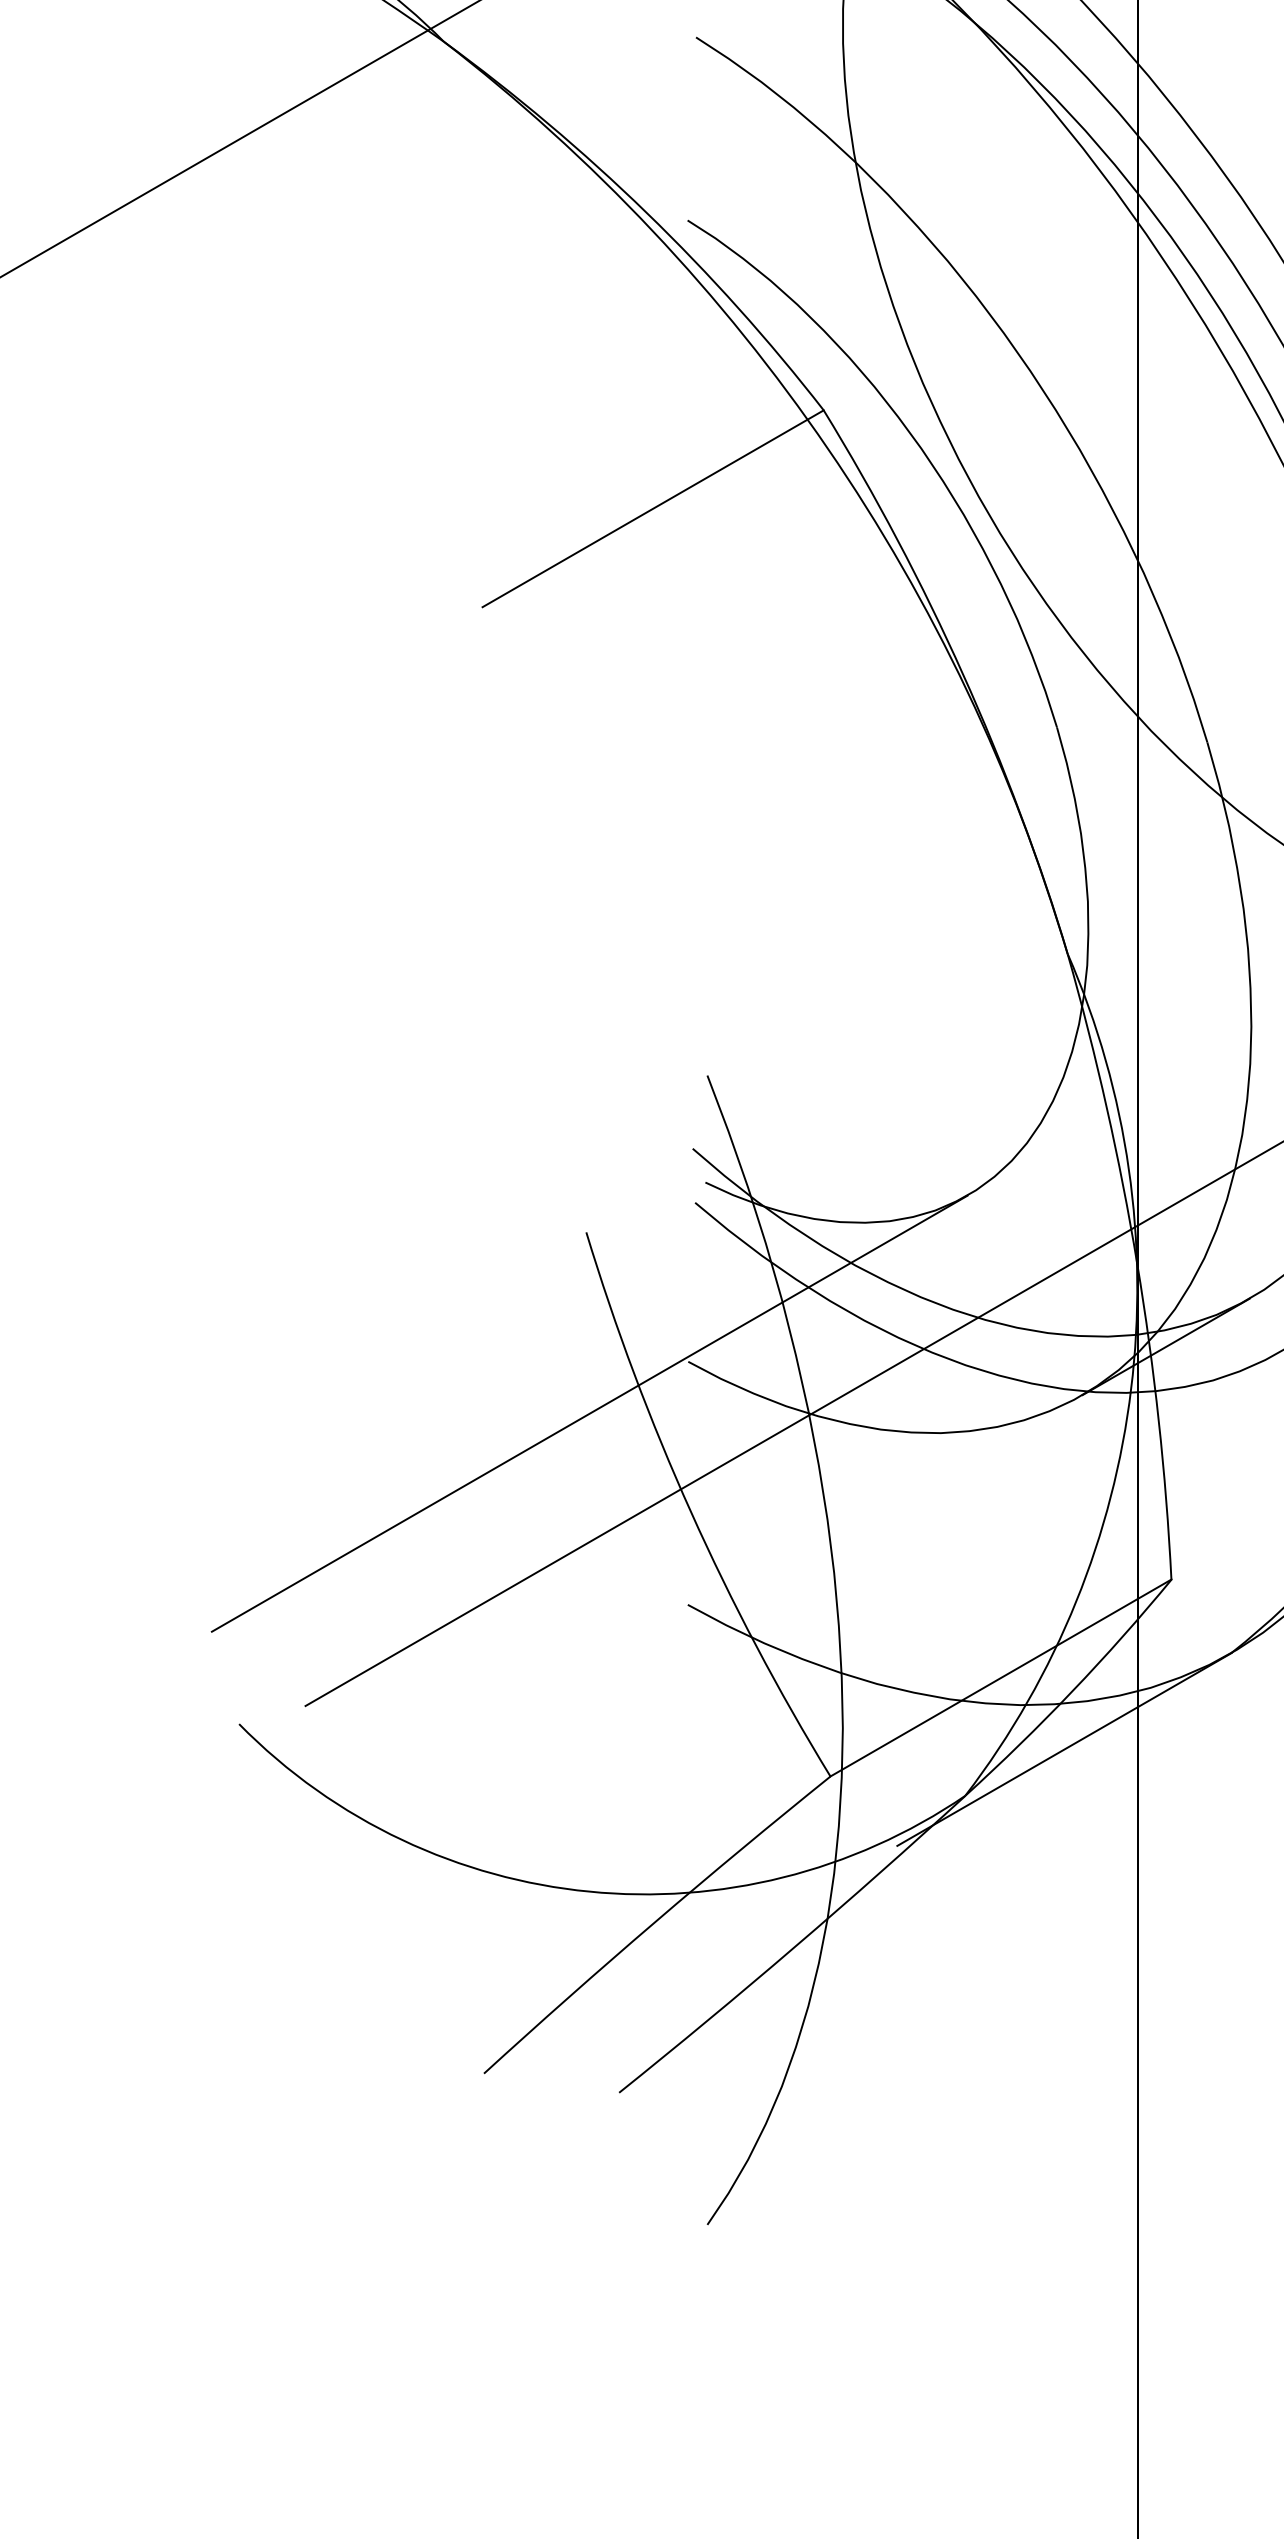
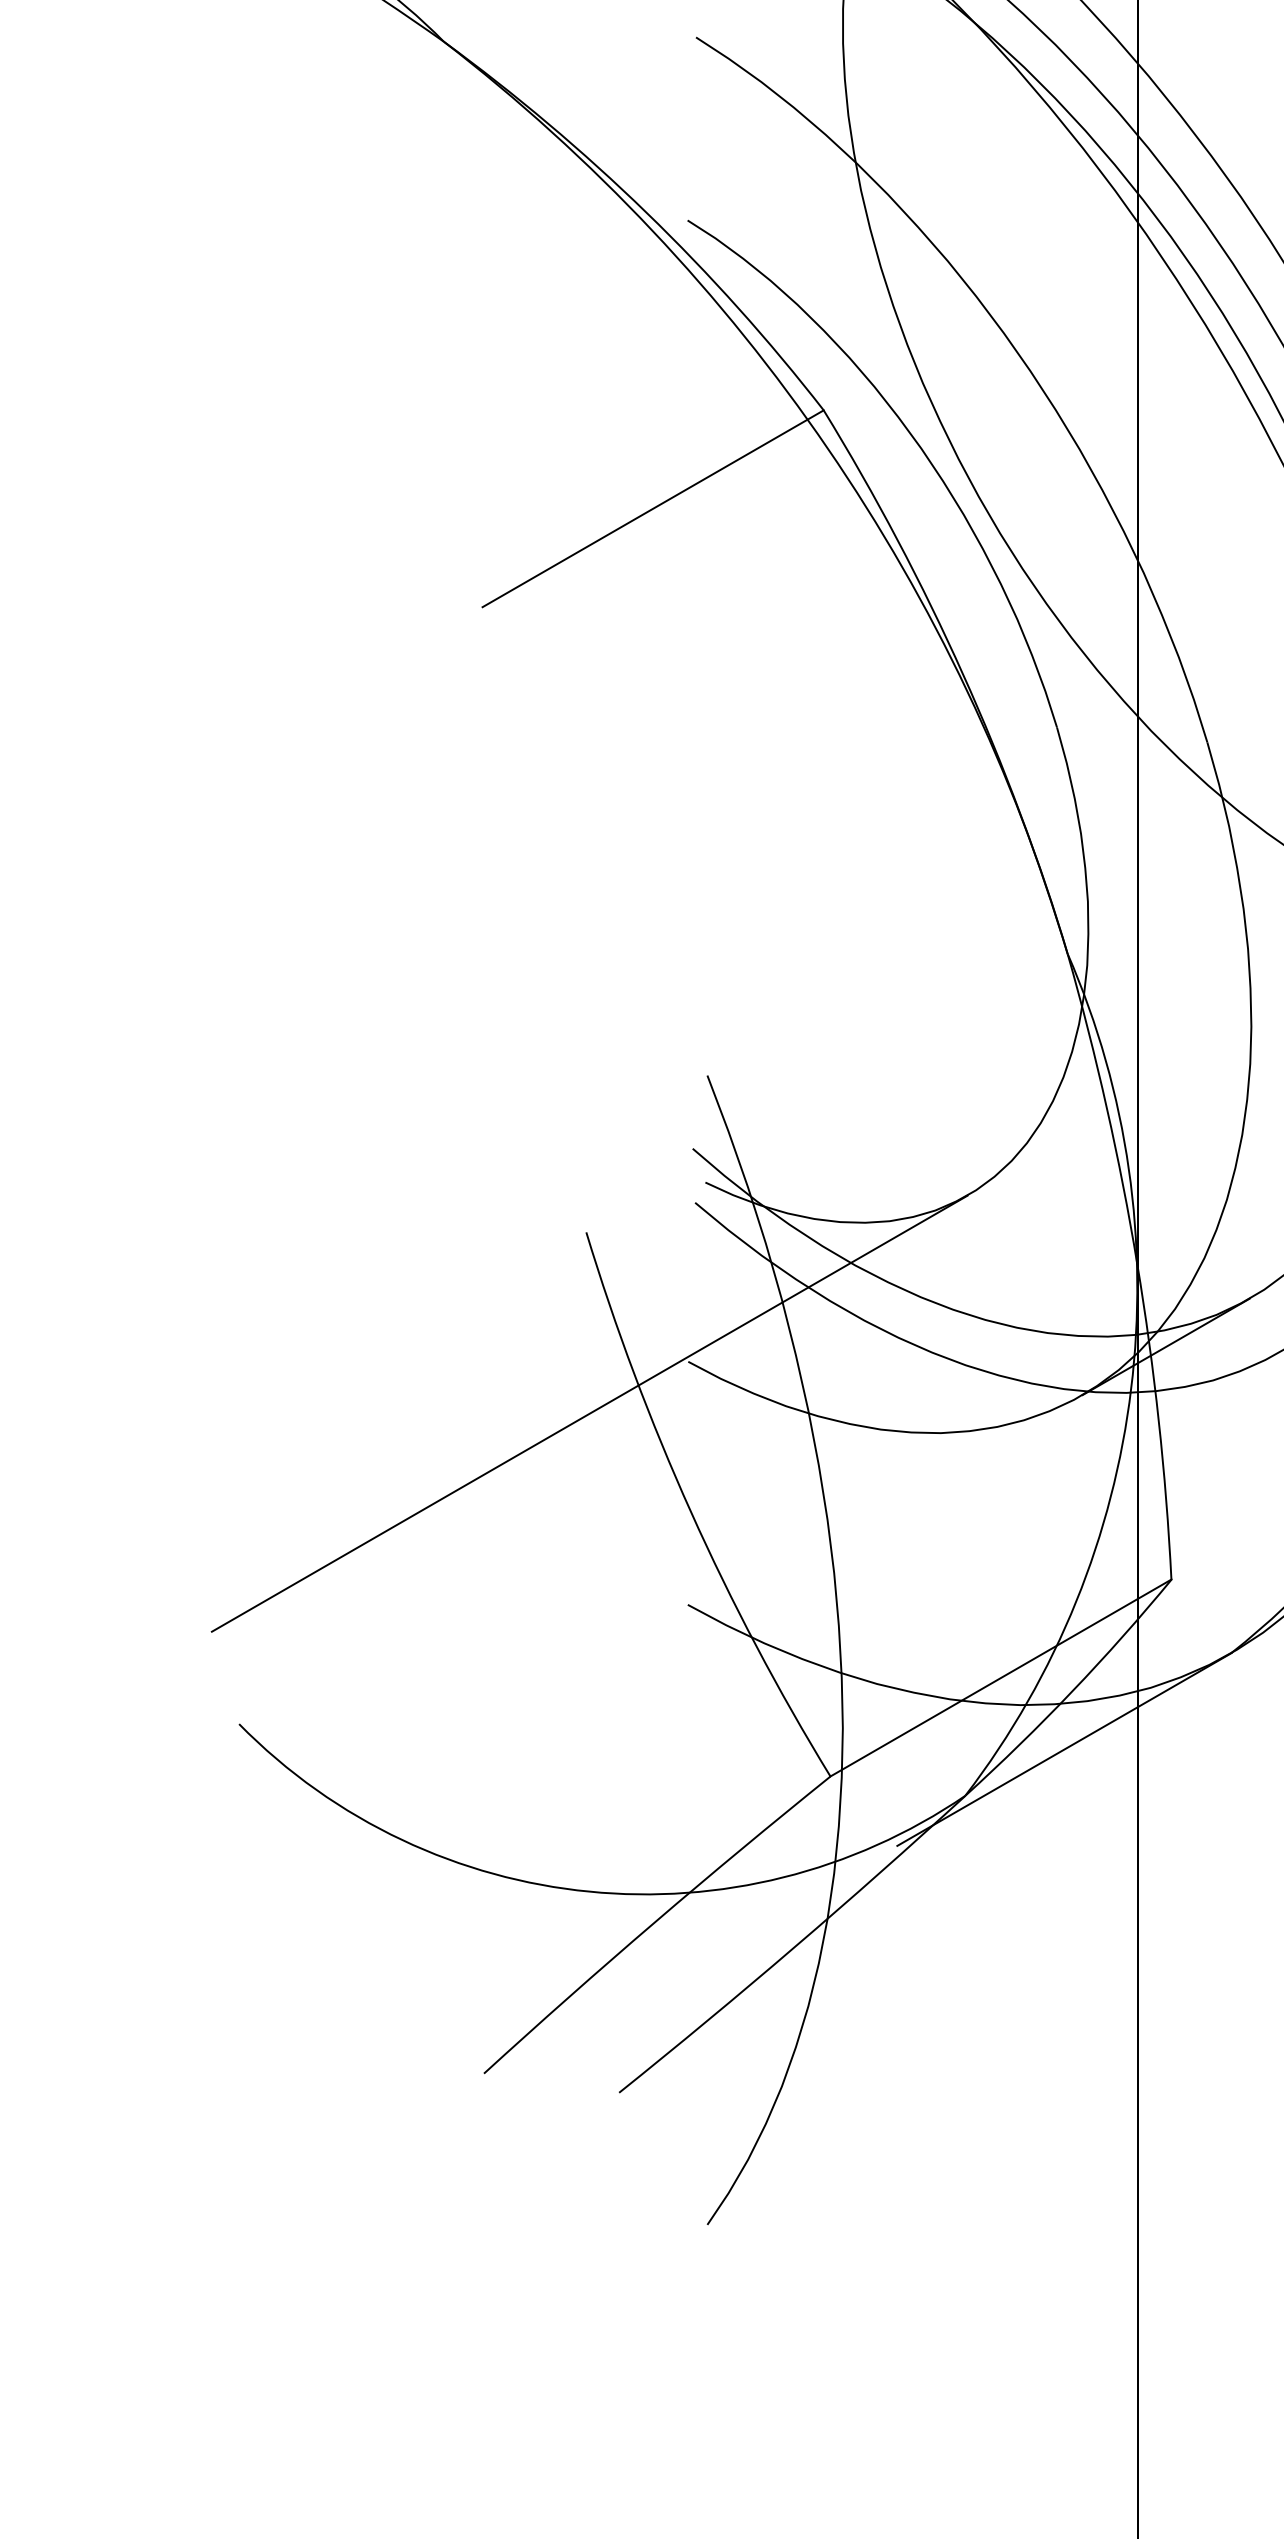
line at (239, 139): present -> none
line at (792, 1424): present -> none
